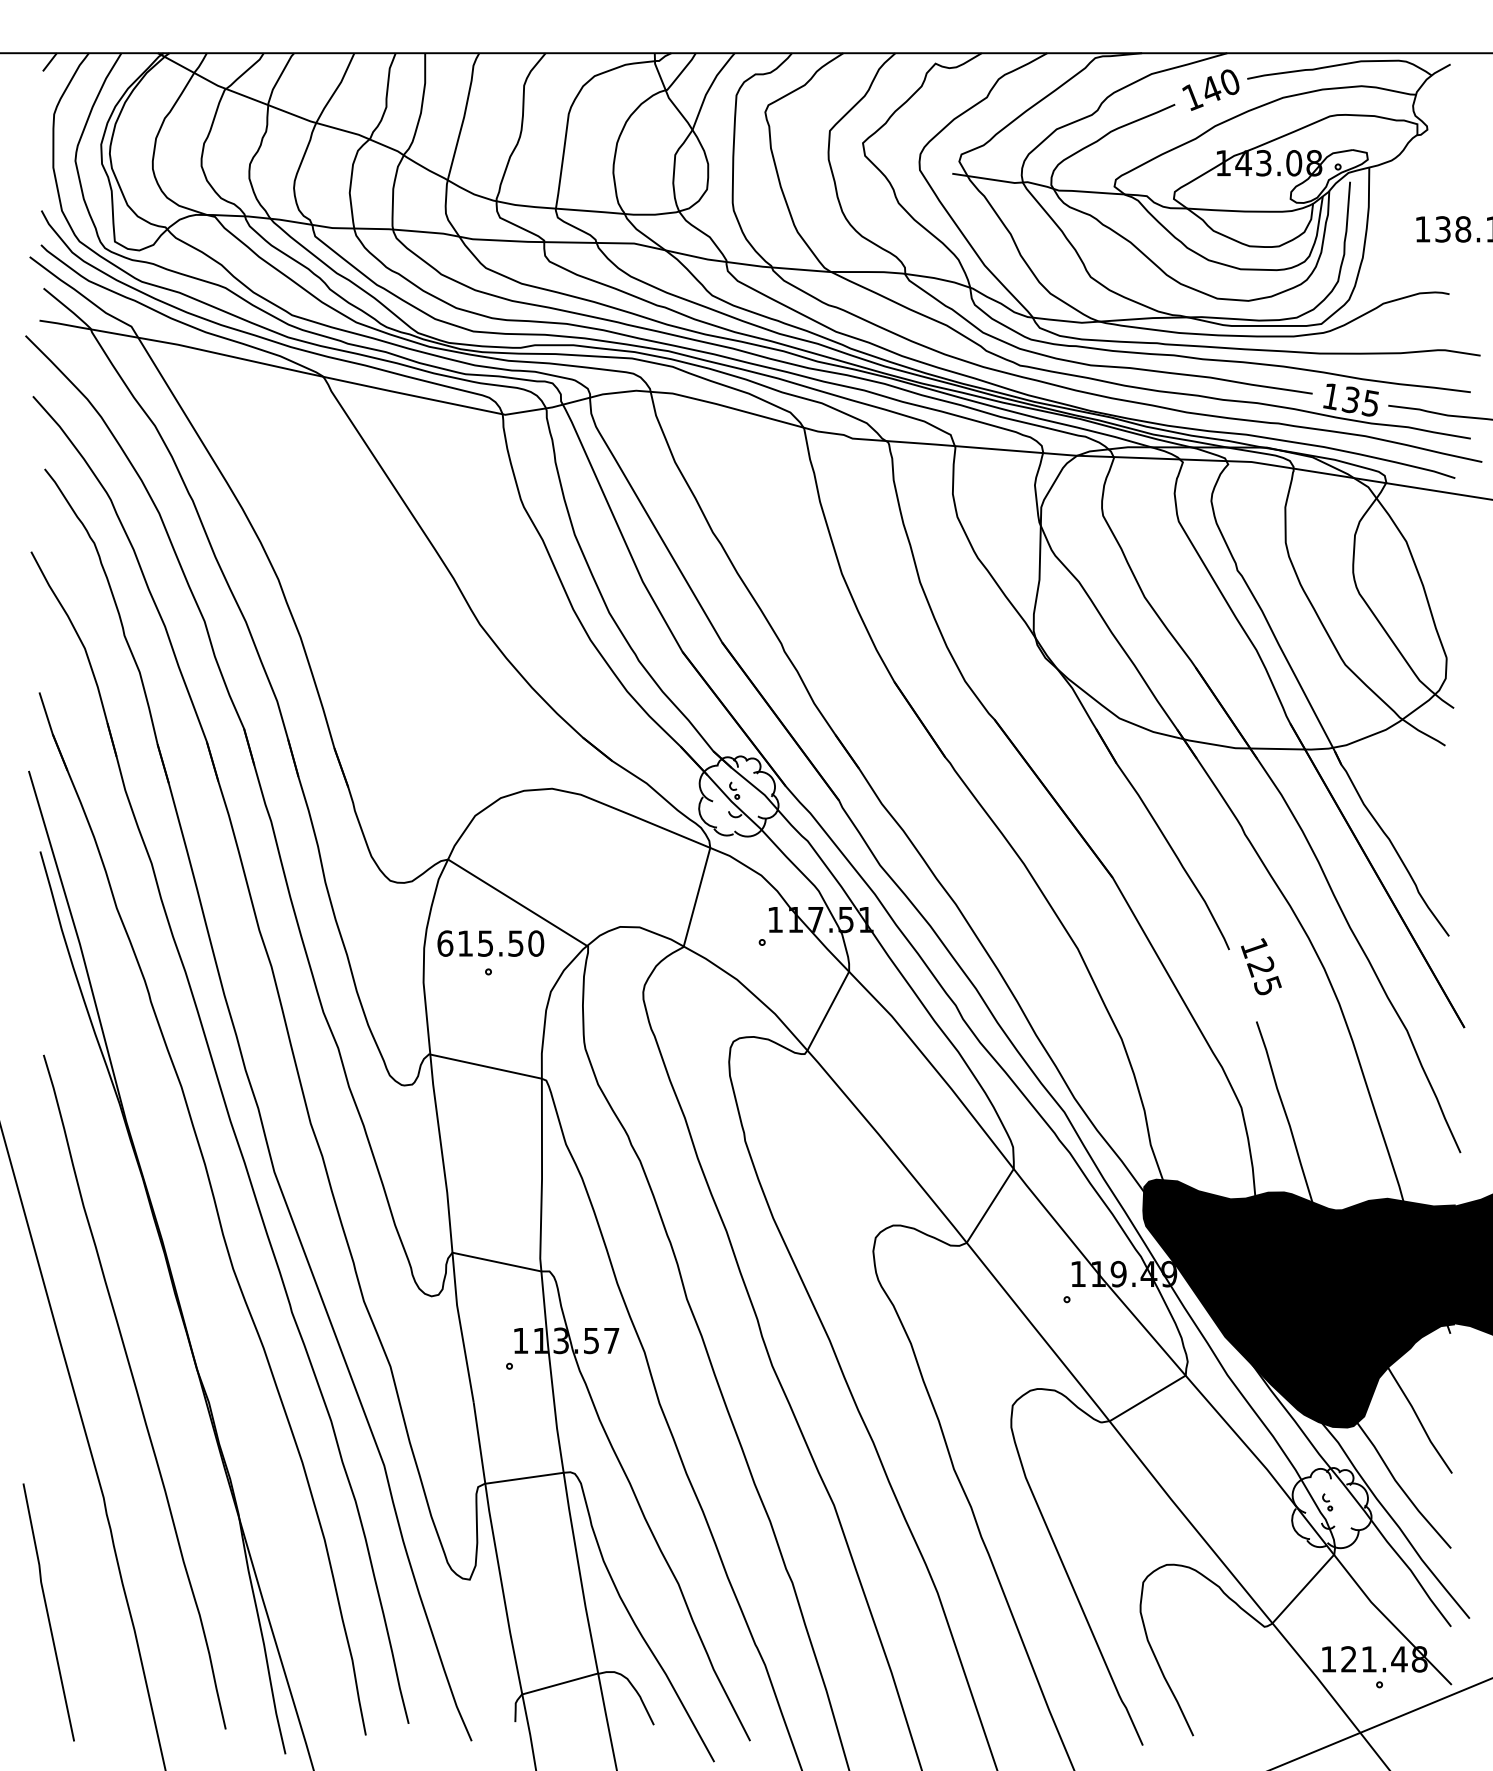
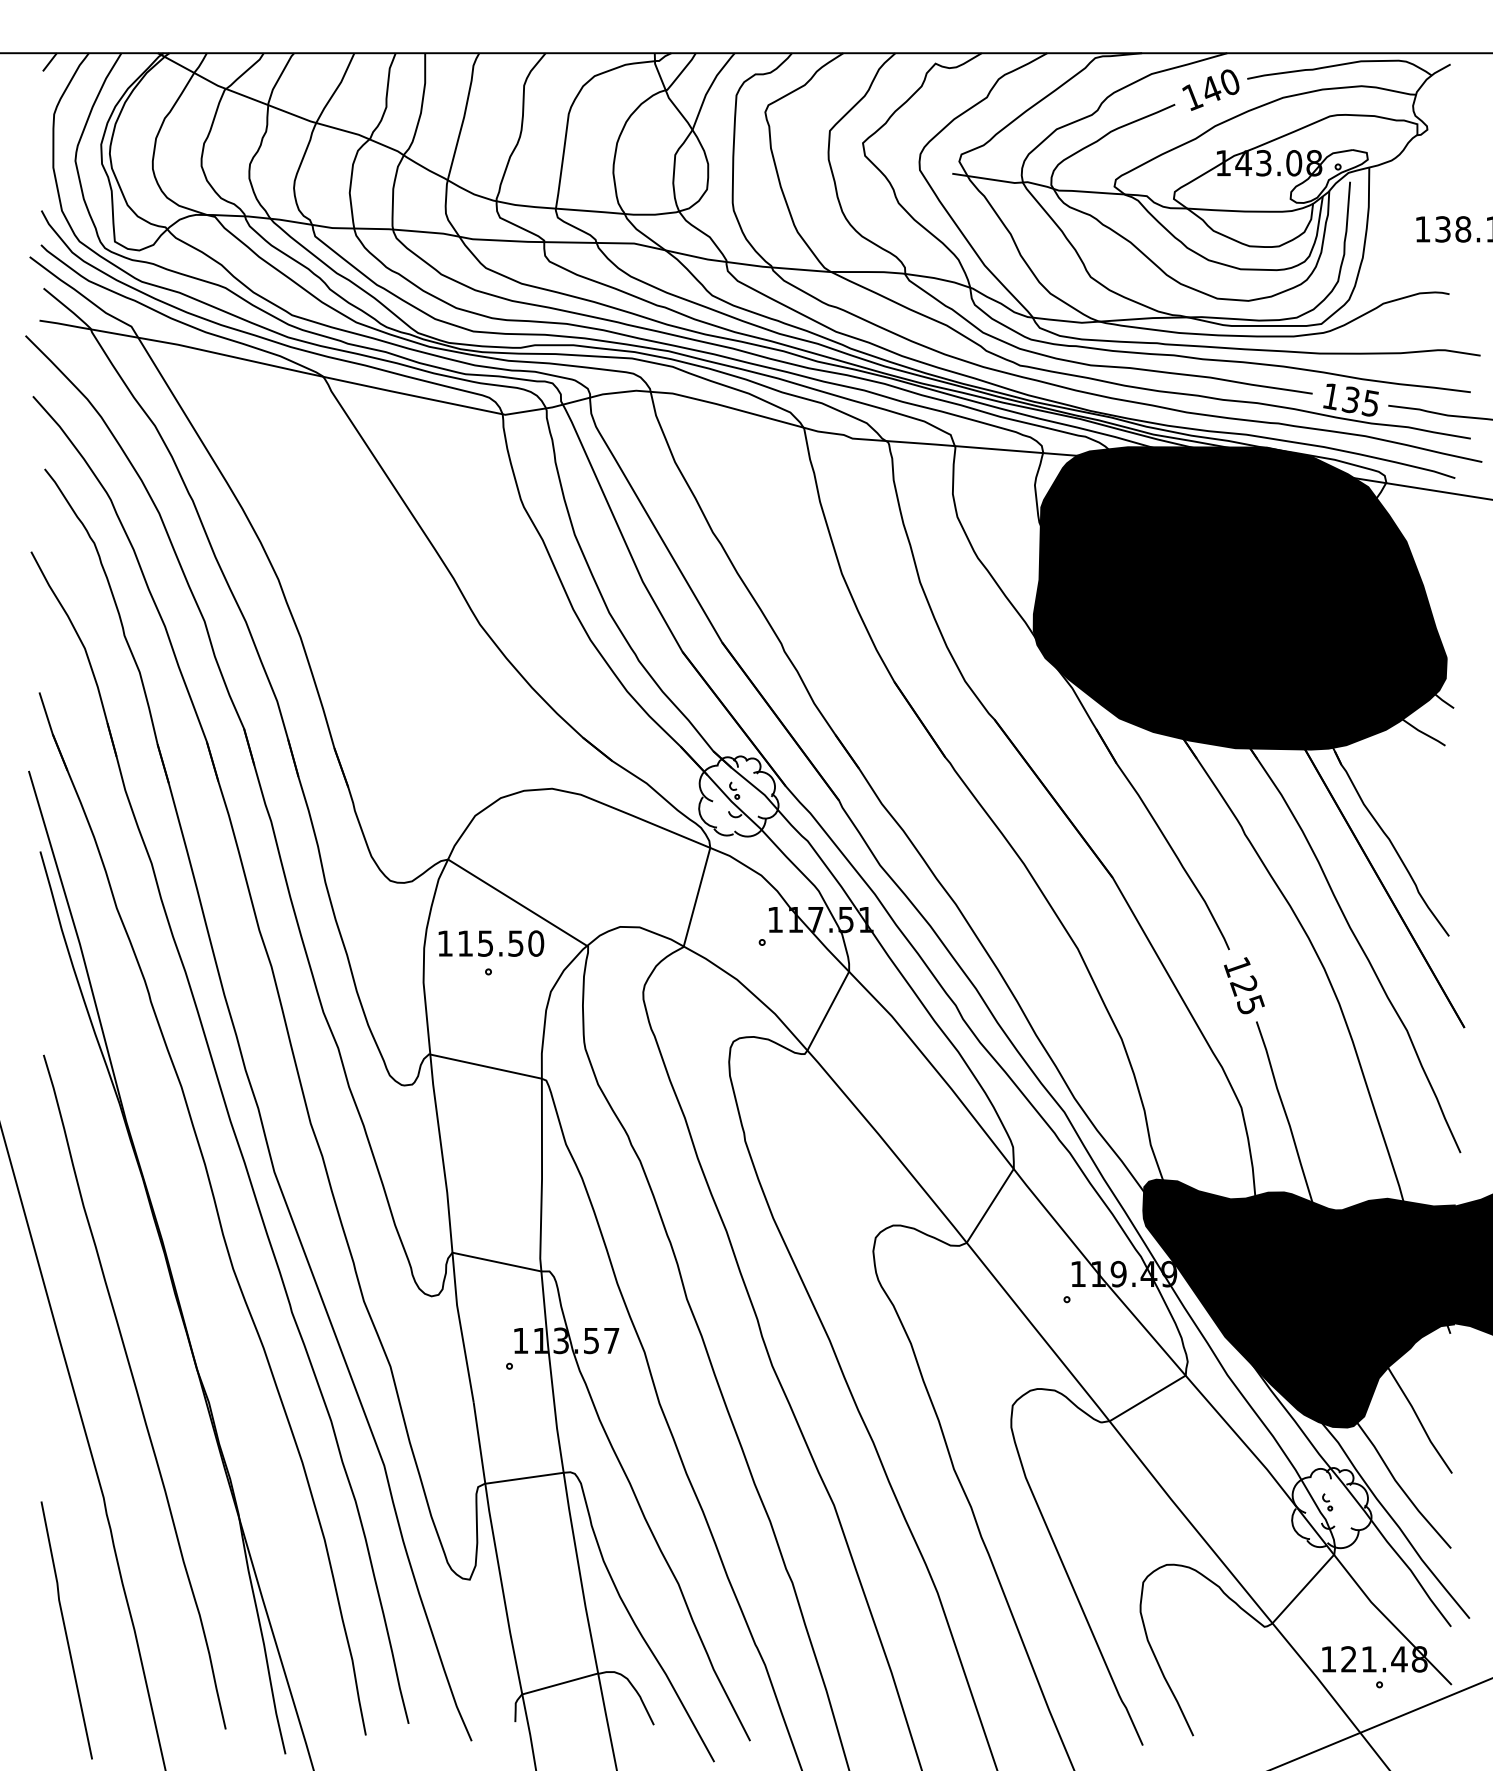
fill at (1239, 598): none -> present
text at (445, 943): 615.50 -> 115.50
text at (1261, 966) position: (1261, 966) -> (1244, 985)
line at (48, 1612) position: (48, 1612) -> (66, 1630)
